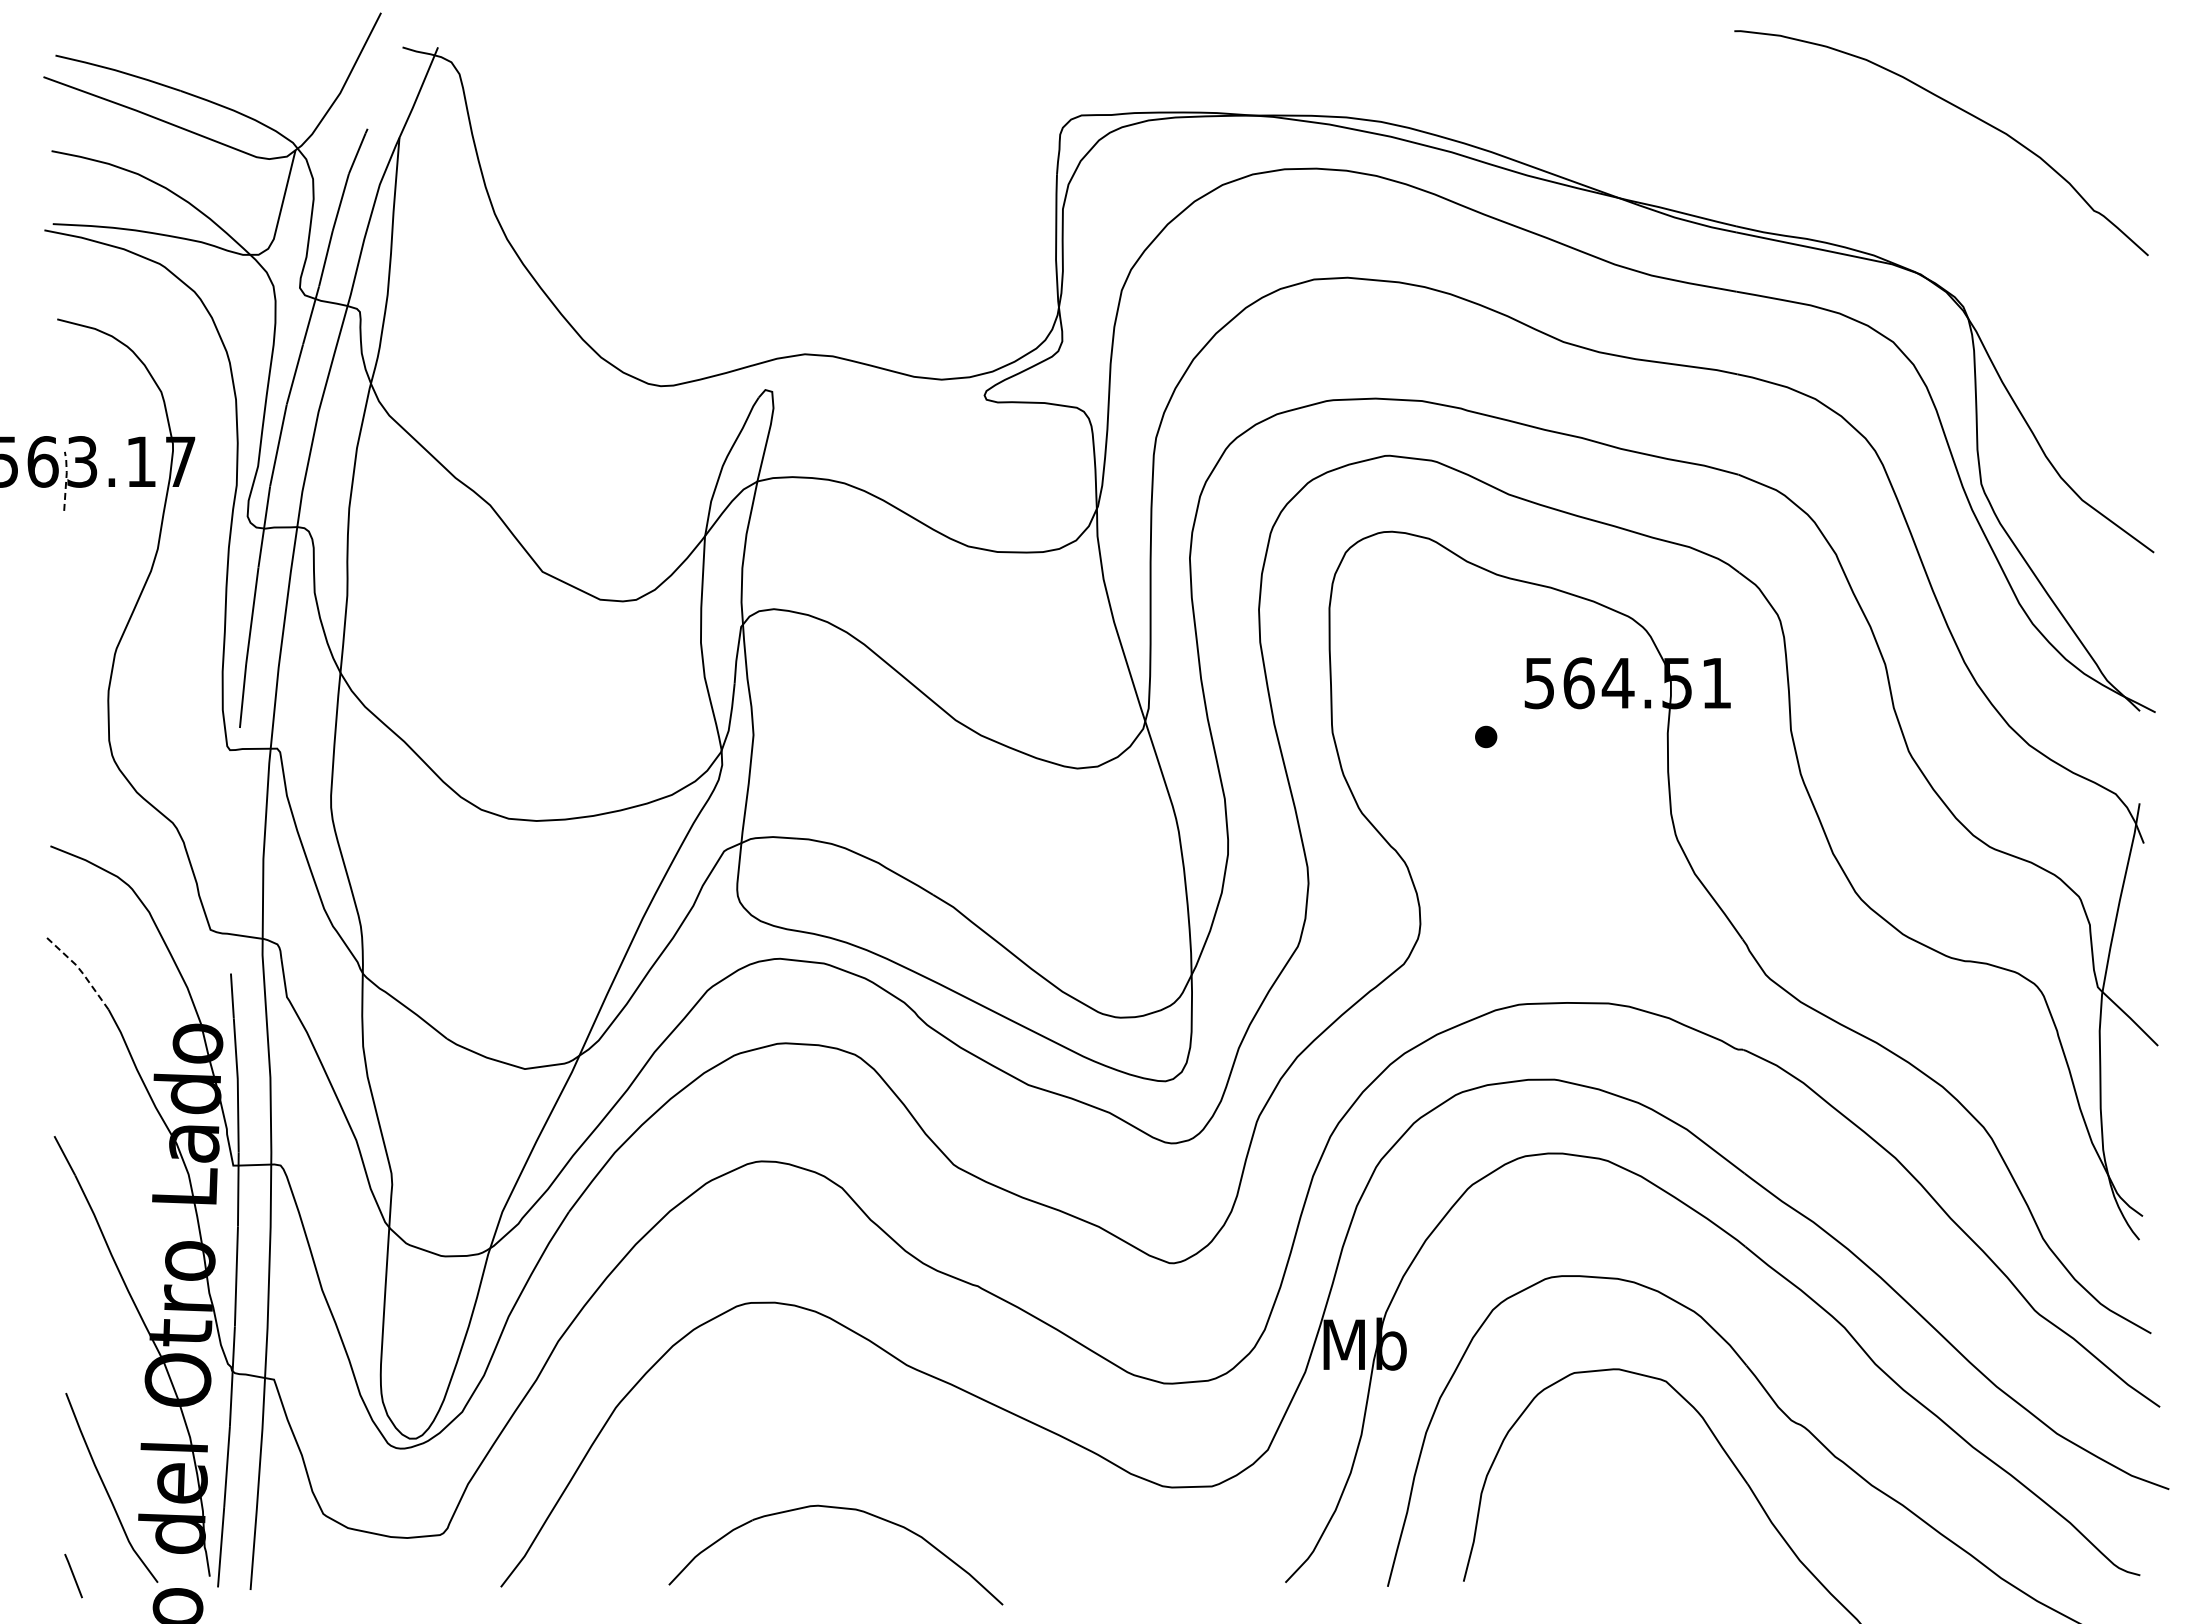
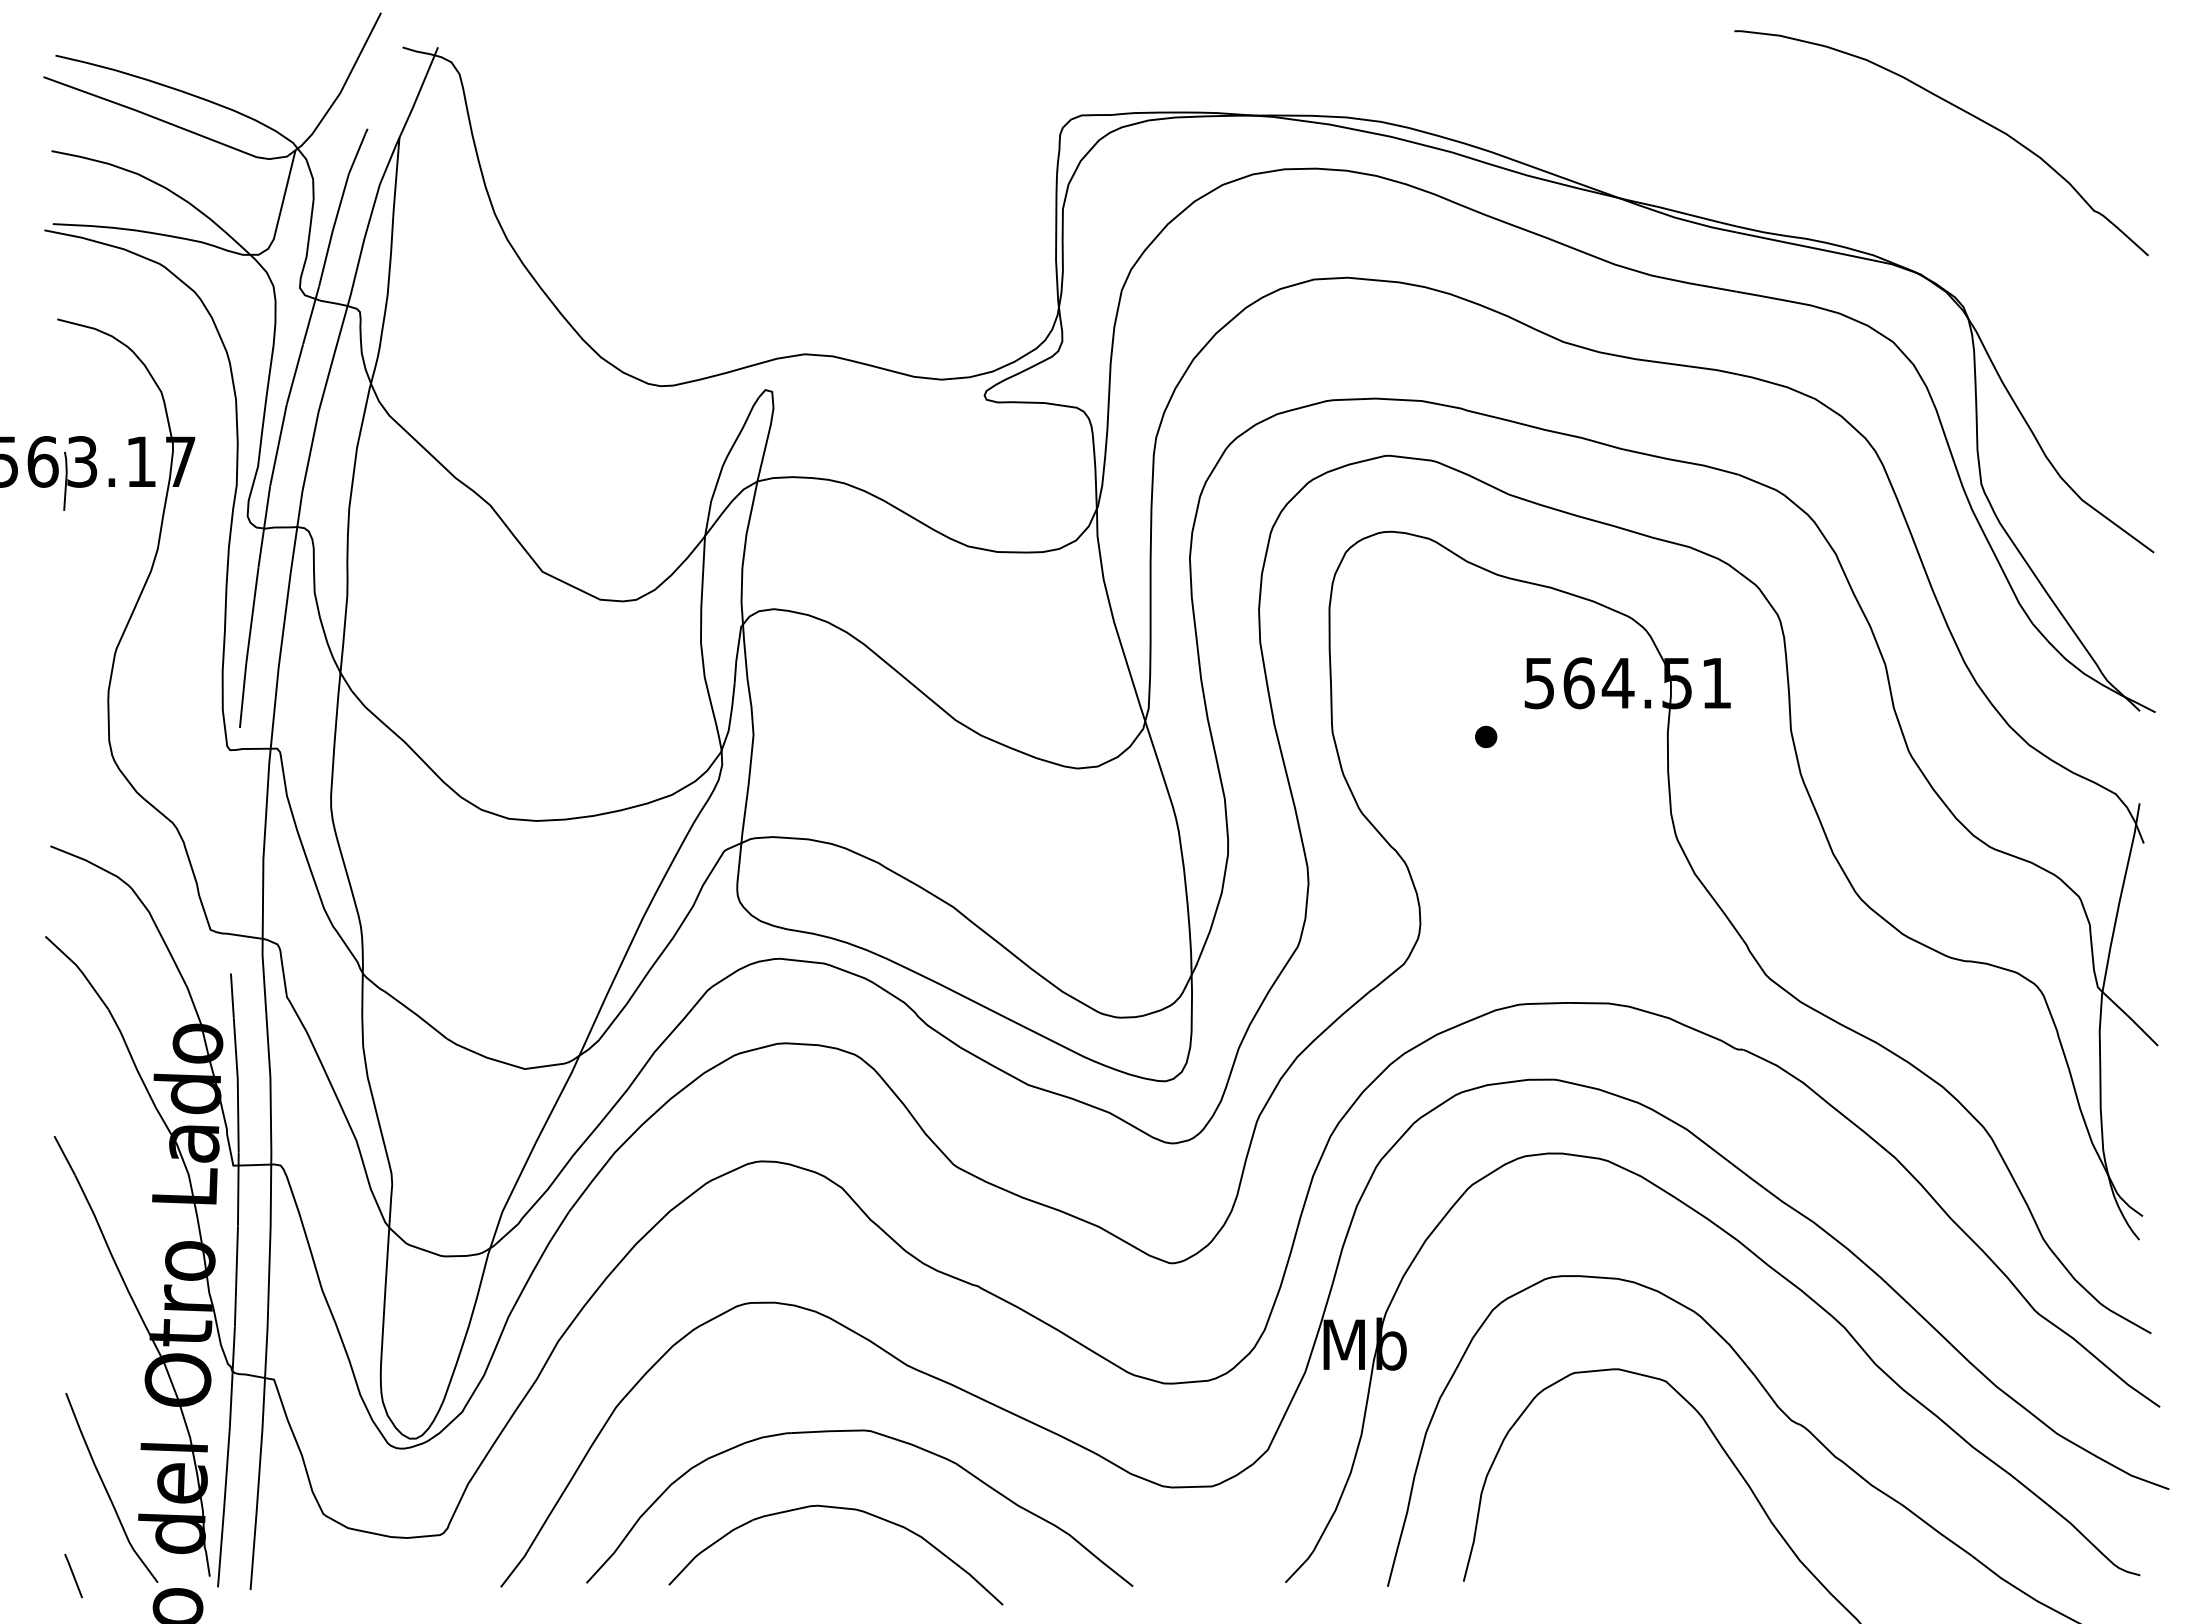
line at (66, 479): dashed -> solid
line at (80, 970): dashed -> solid
part at (883, 1436): none -> present
